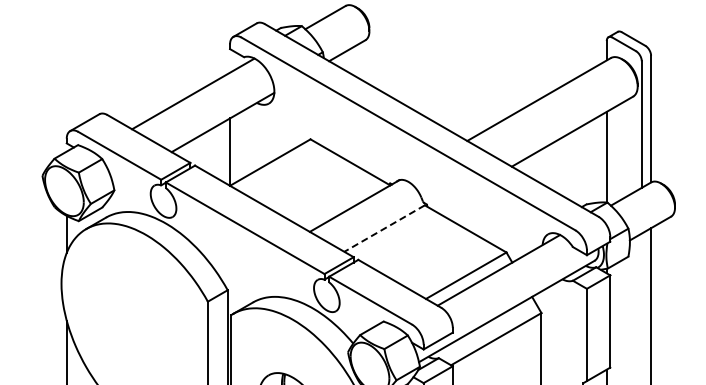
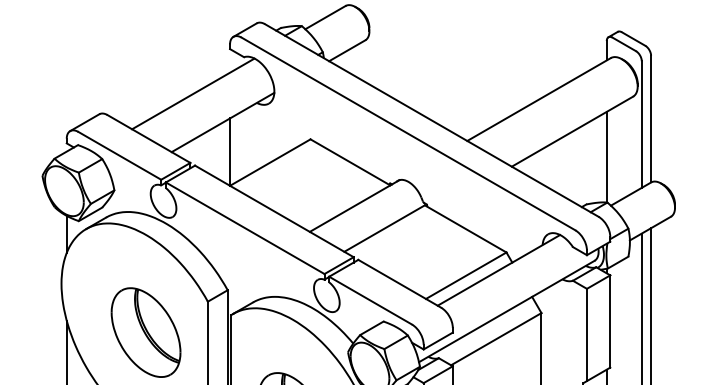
line at (384, 228): dashed -> solid
line at (641, 307): none -> present
part at (145, 332): none -> present
